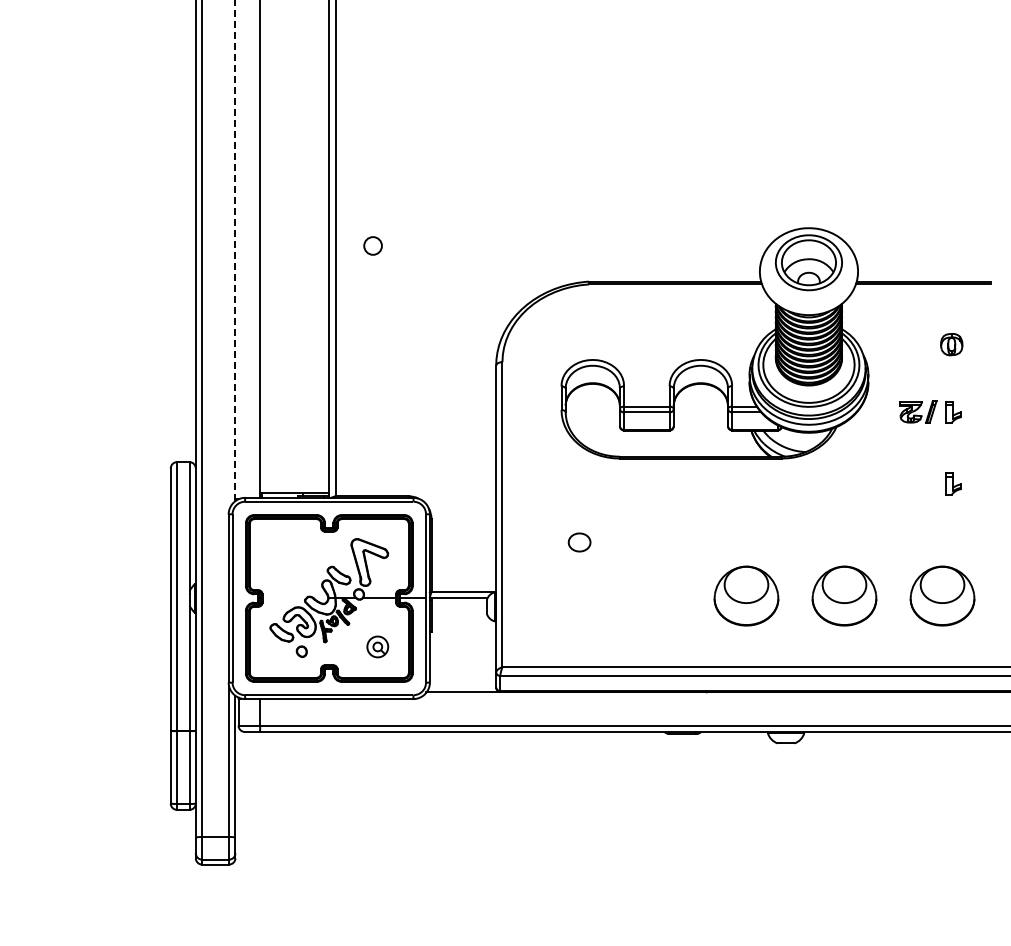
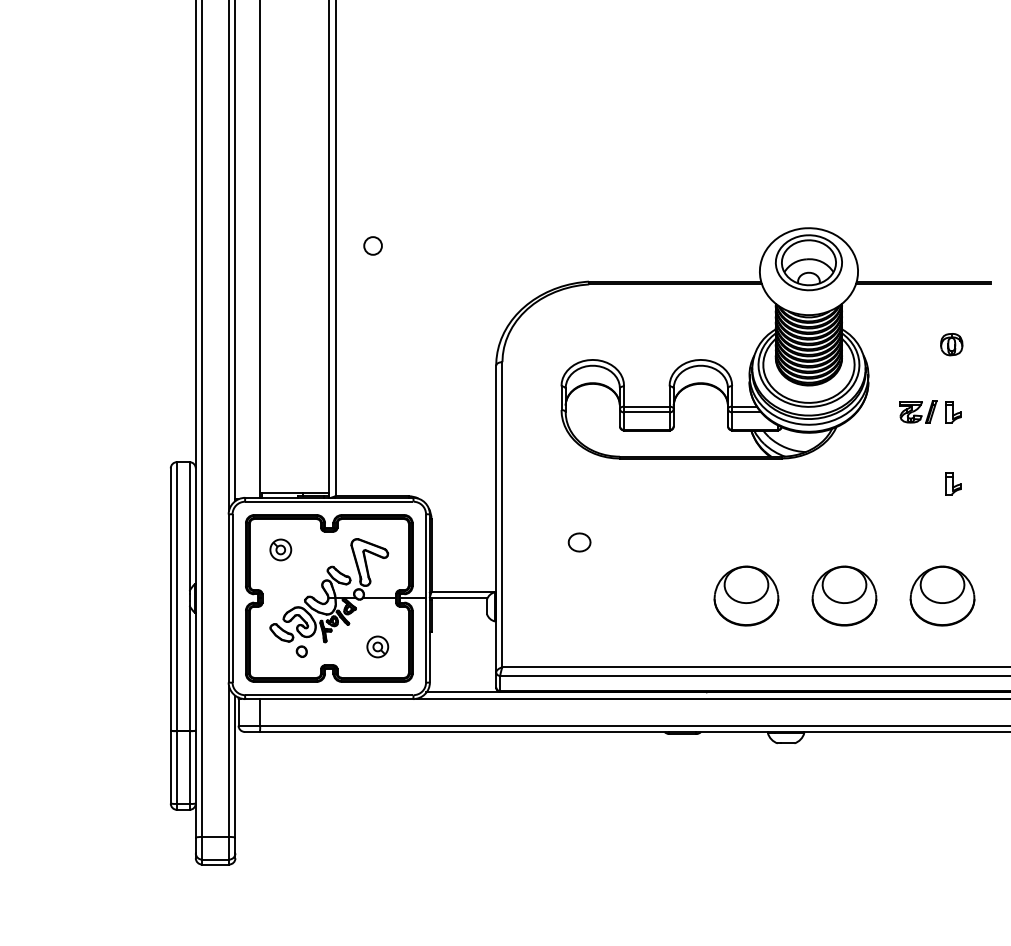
line at (235, 251): dashed -> solid
line at (229, 256): none -> present
part at (280, 549): none -> present
line at (712, 698): none -> present
